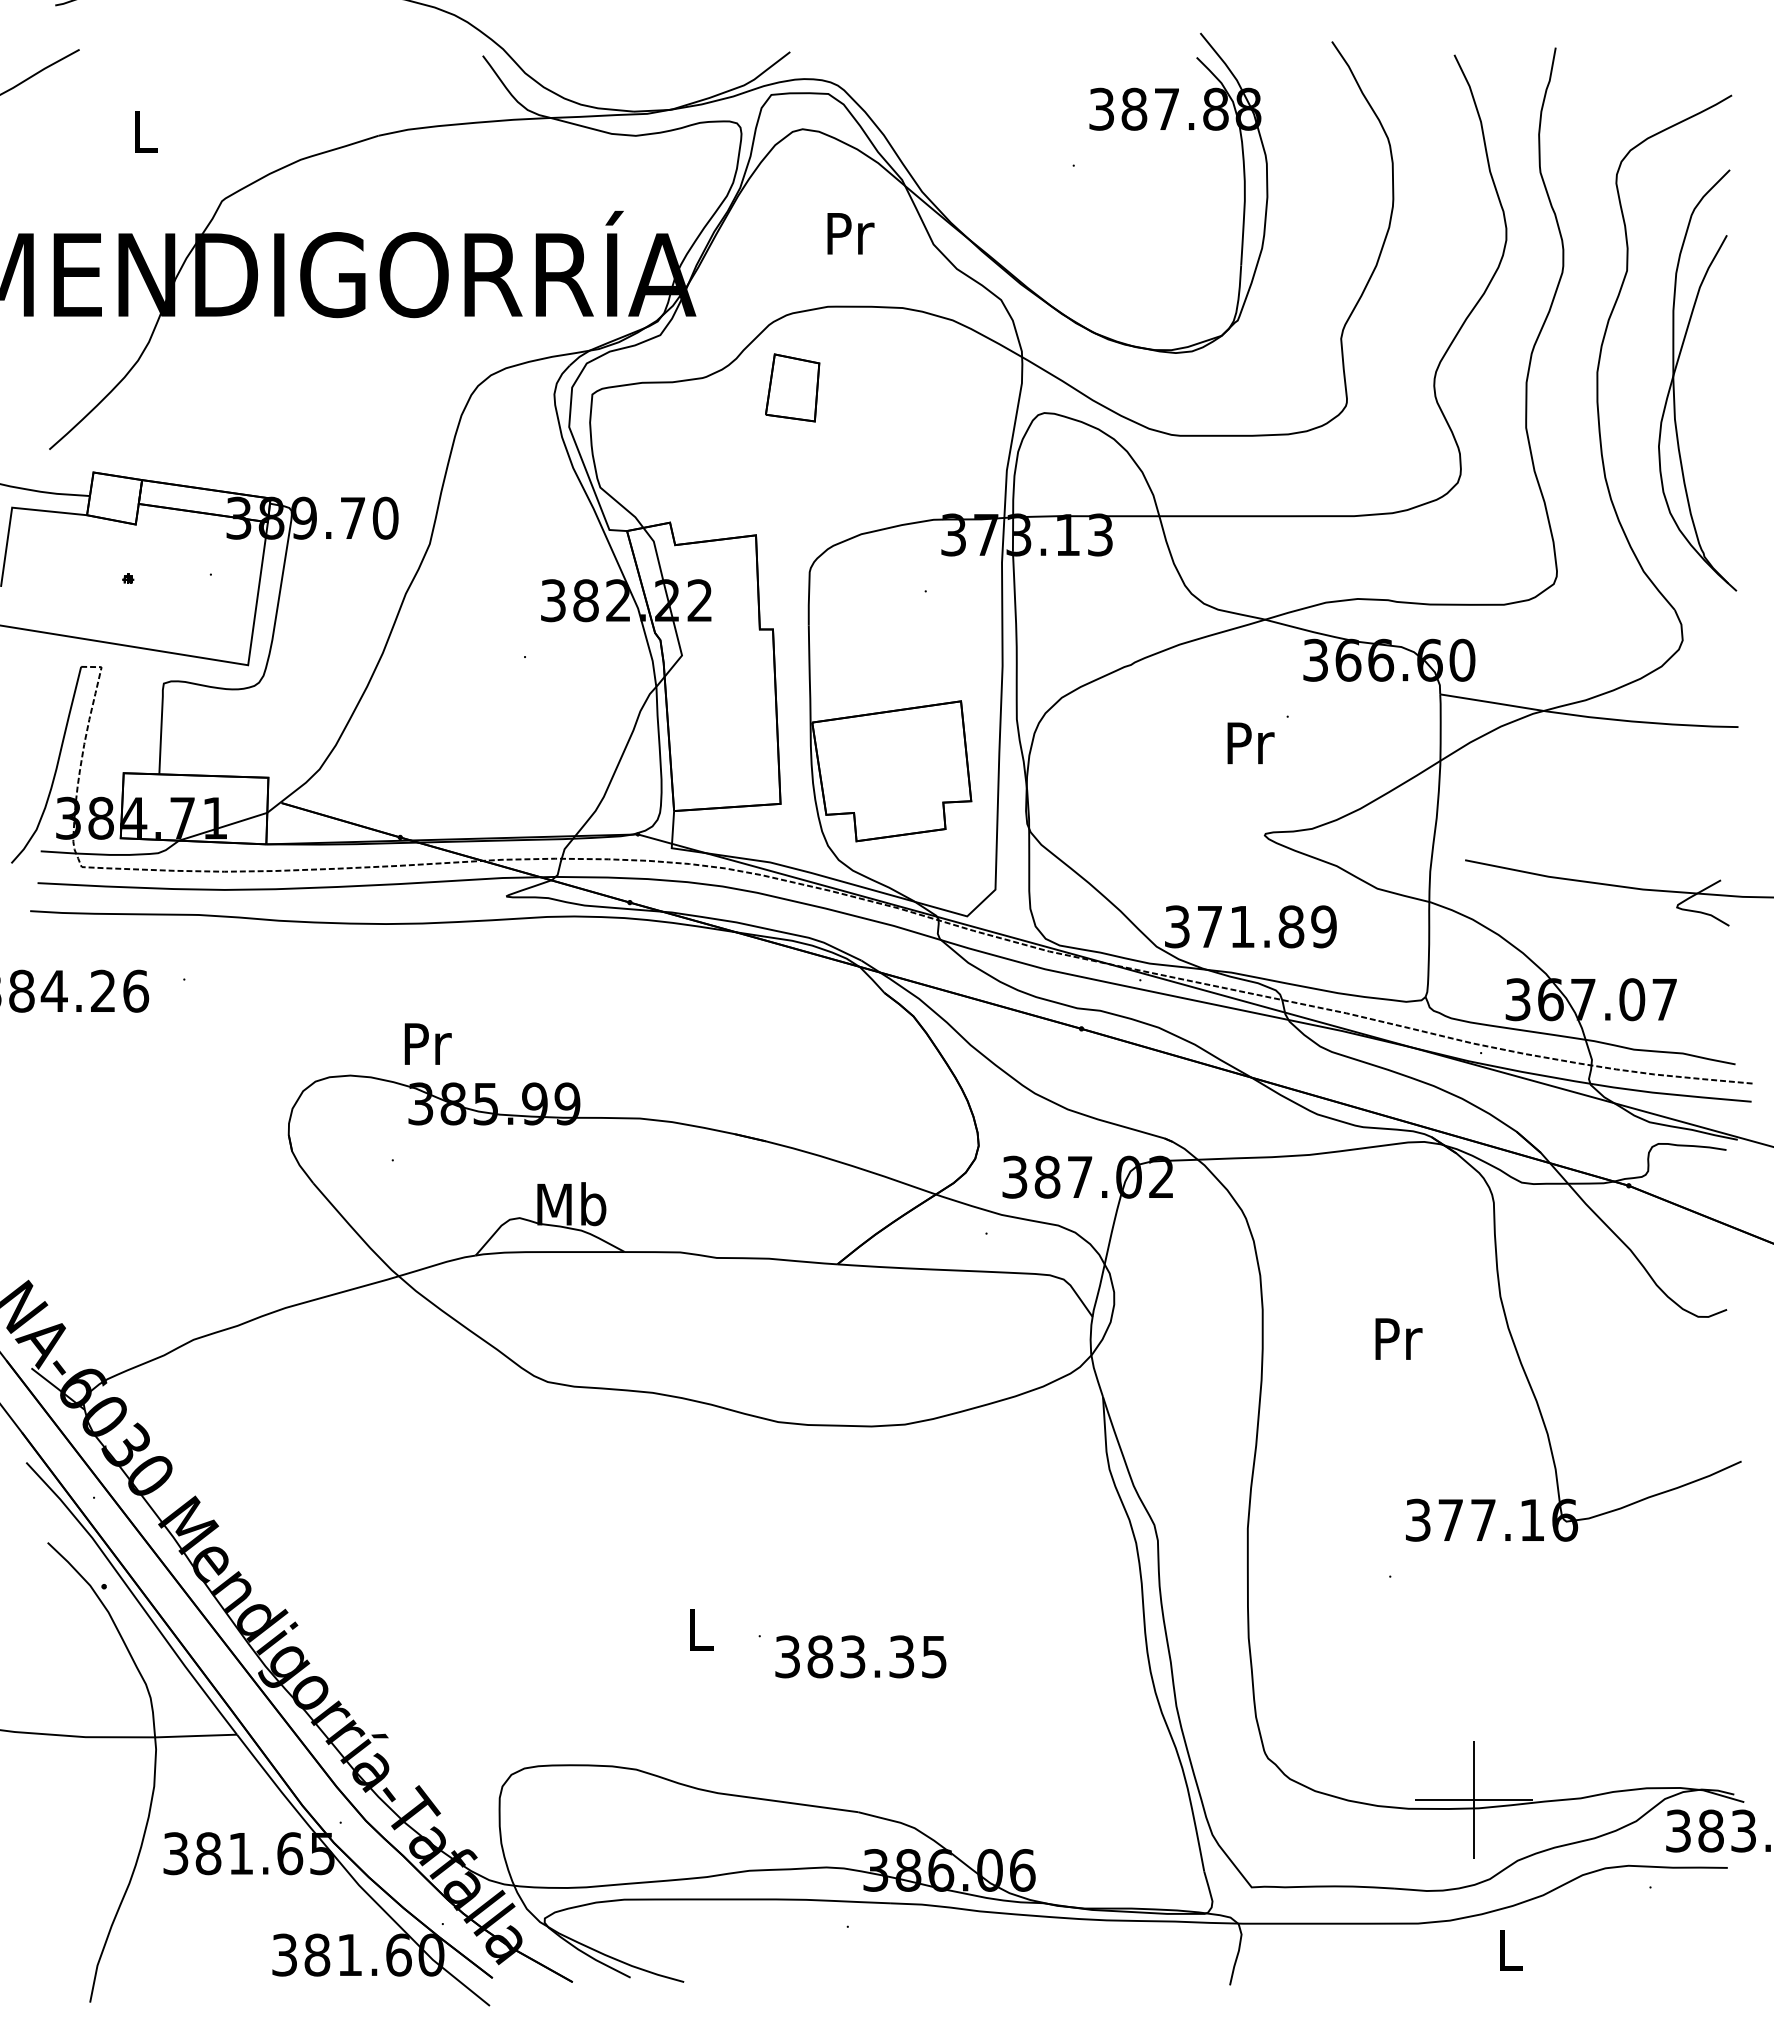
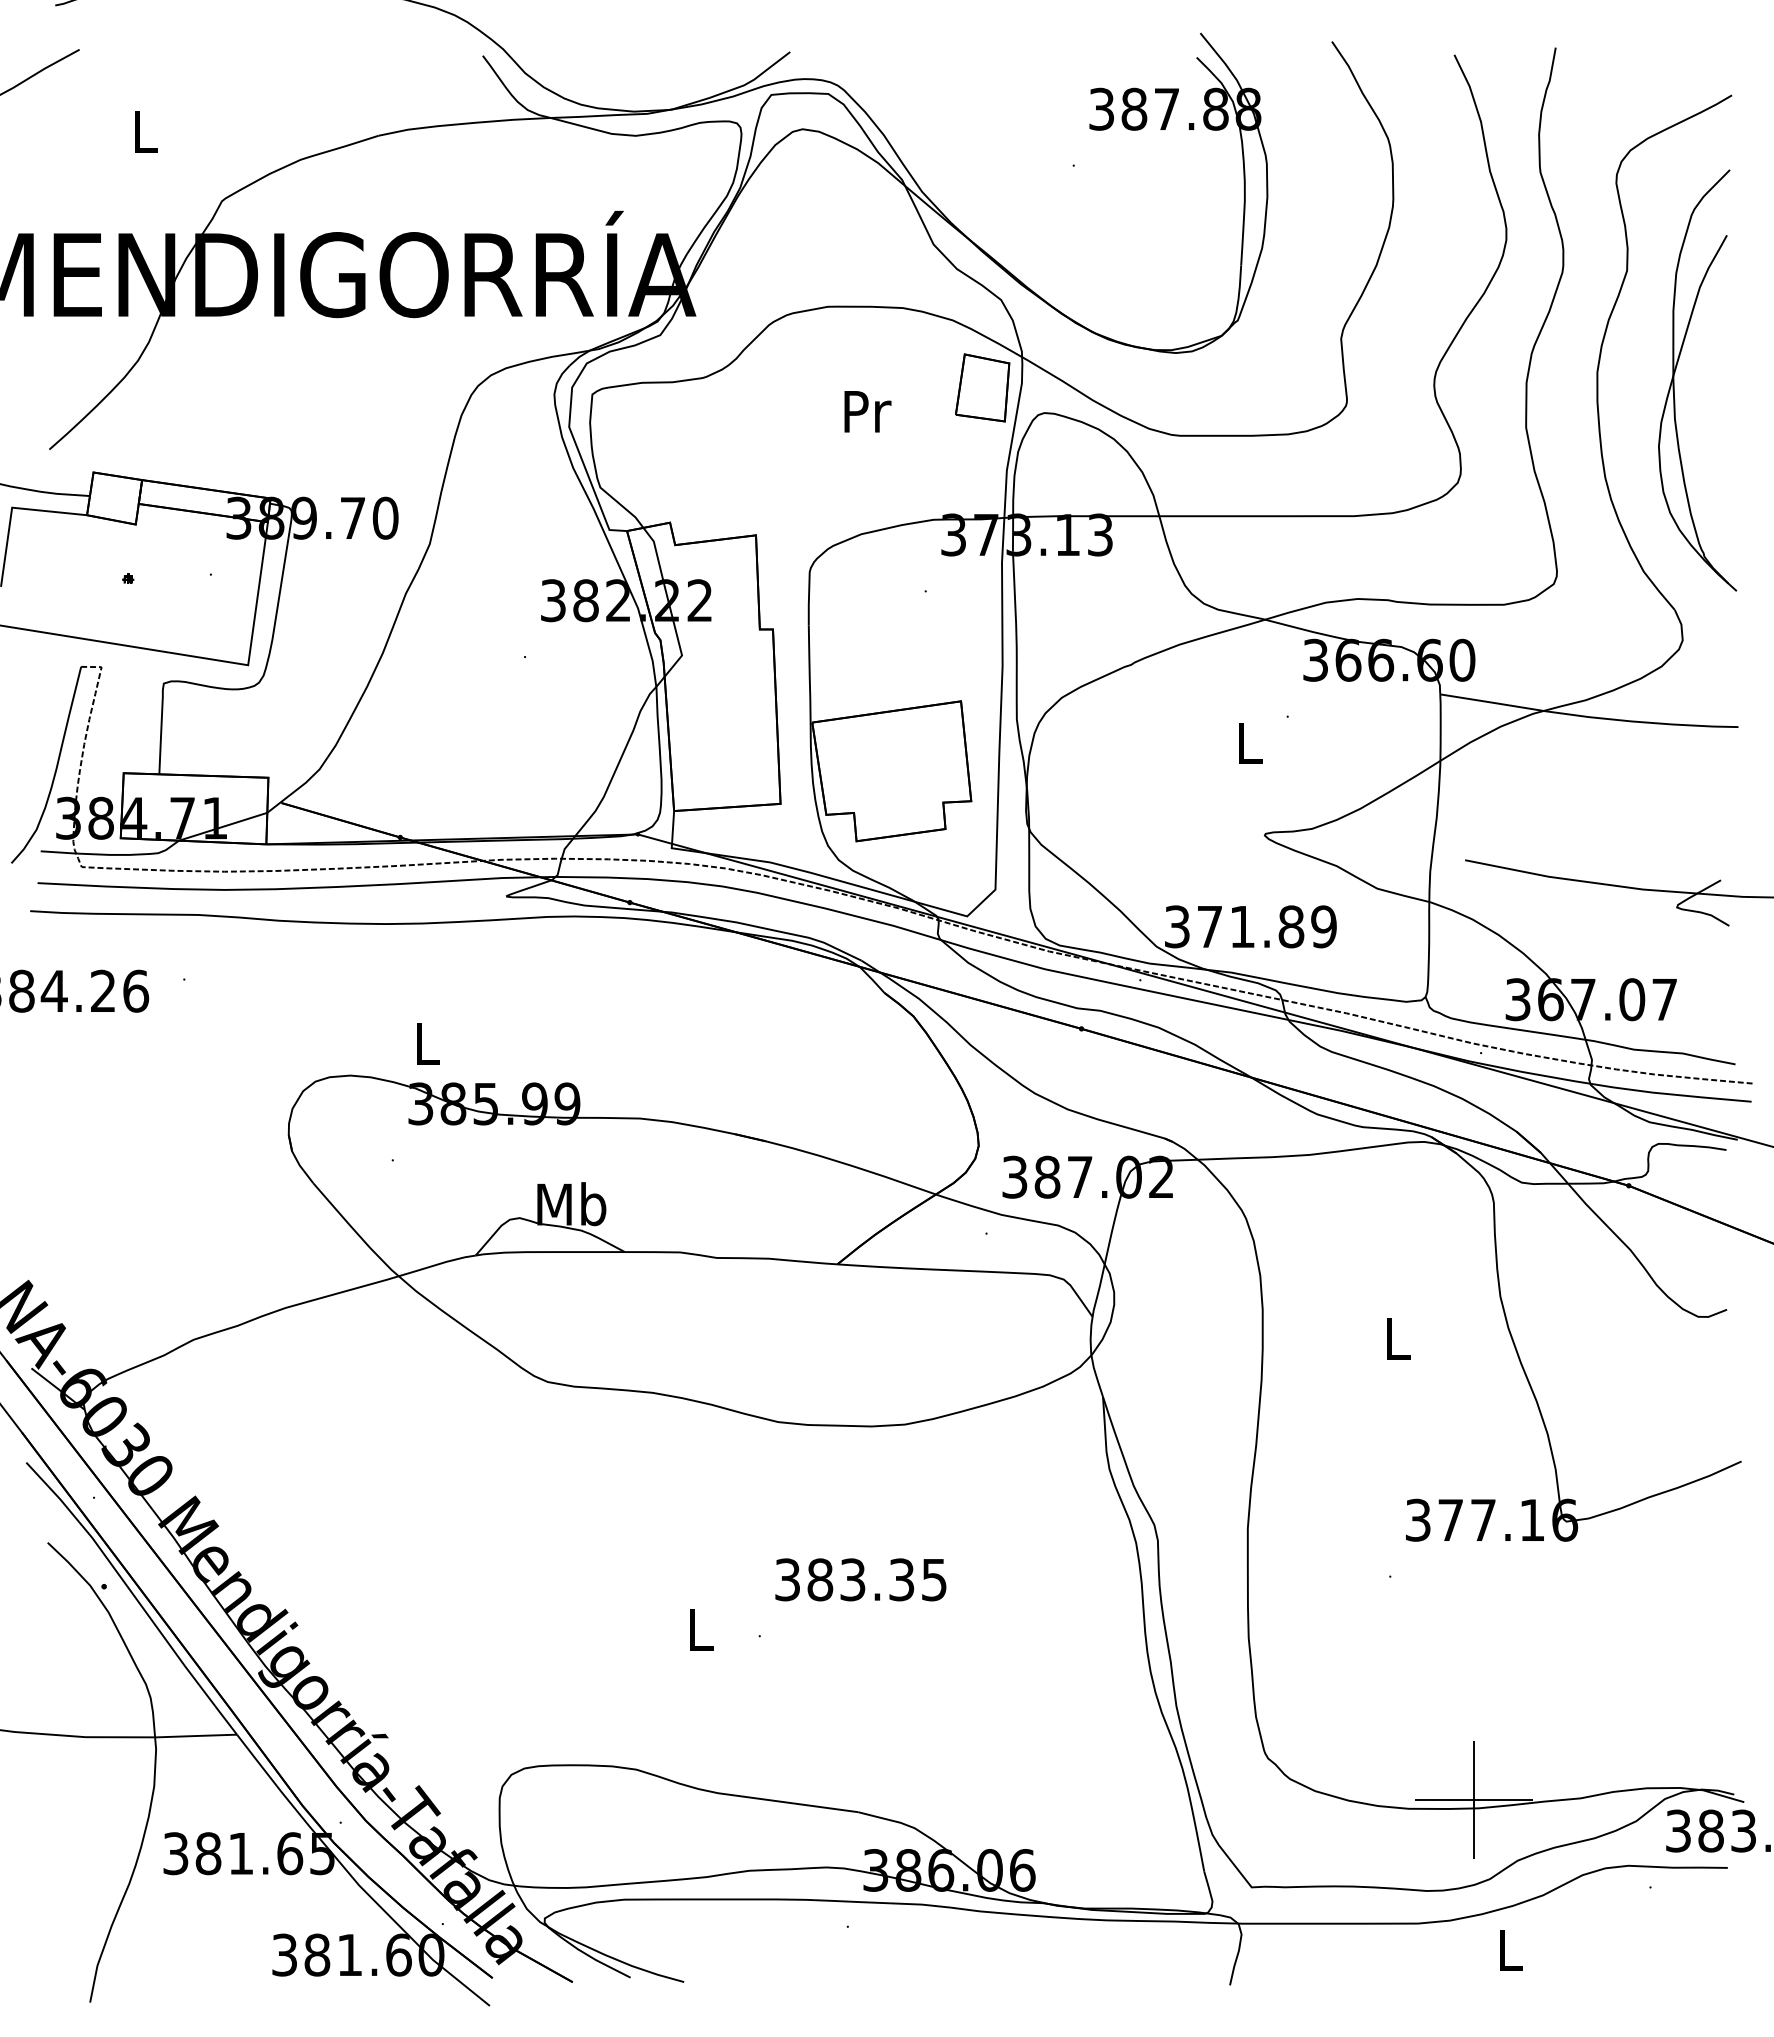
text at (850, 233) position: (850, 233) -> (867, 411)
part at (792, 387) position: (792, 387) -> (982, 387)
text at (1250, 743): Pr -> L
text at (427, 1043): Pr -> L
text at (1398, 1338): Pr -> L
text at (860, 1656) position: (860, 1656) -> (860, 1579)
